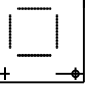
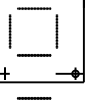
line at (34, 98): none -> present
